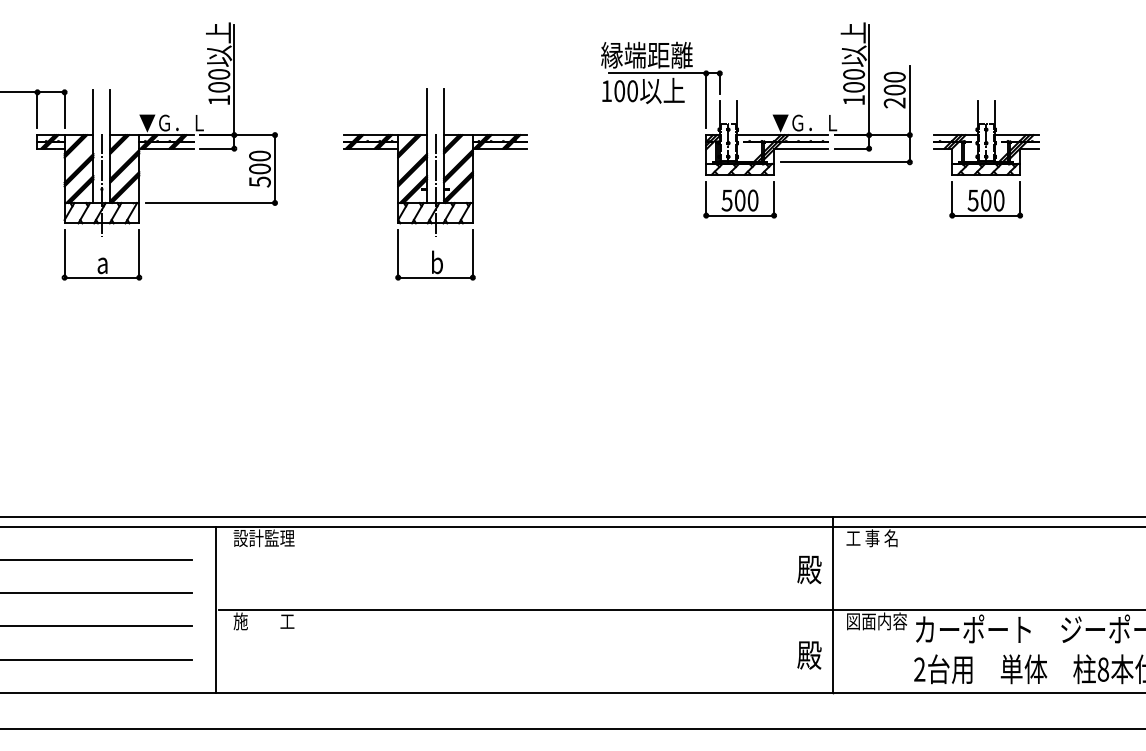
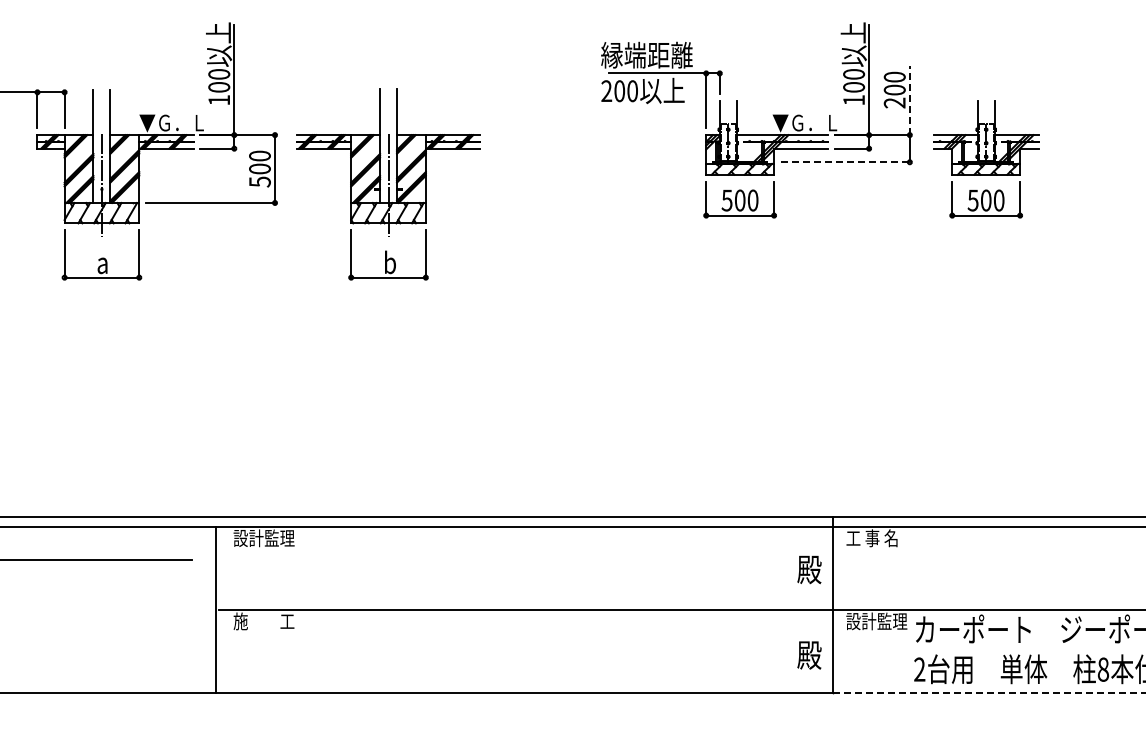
text at (606, 90): 100 -> 200
line at (909, 100): solid -> dashed
line at (845, 162): solid -> dashed
part at (435, 184) position: (435, 184) -> (388, 184)
line at (96, 593): present -> none
text at (876, 621): 図面内容 -> 設計監理
line at (96, 626): present -> none
line at (96, 659): present -> none
line at (989, 692): solid -> dashed
line at (572, 728): present -> none
